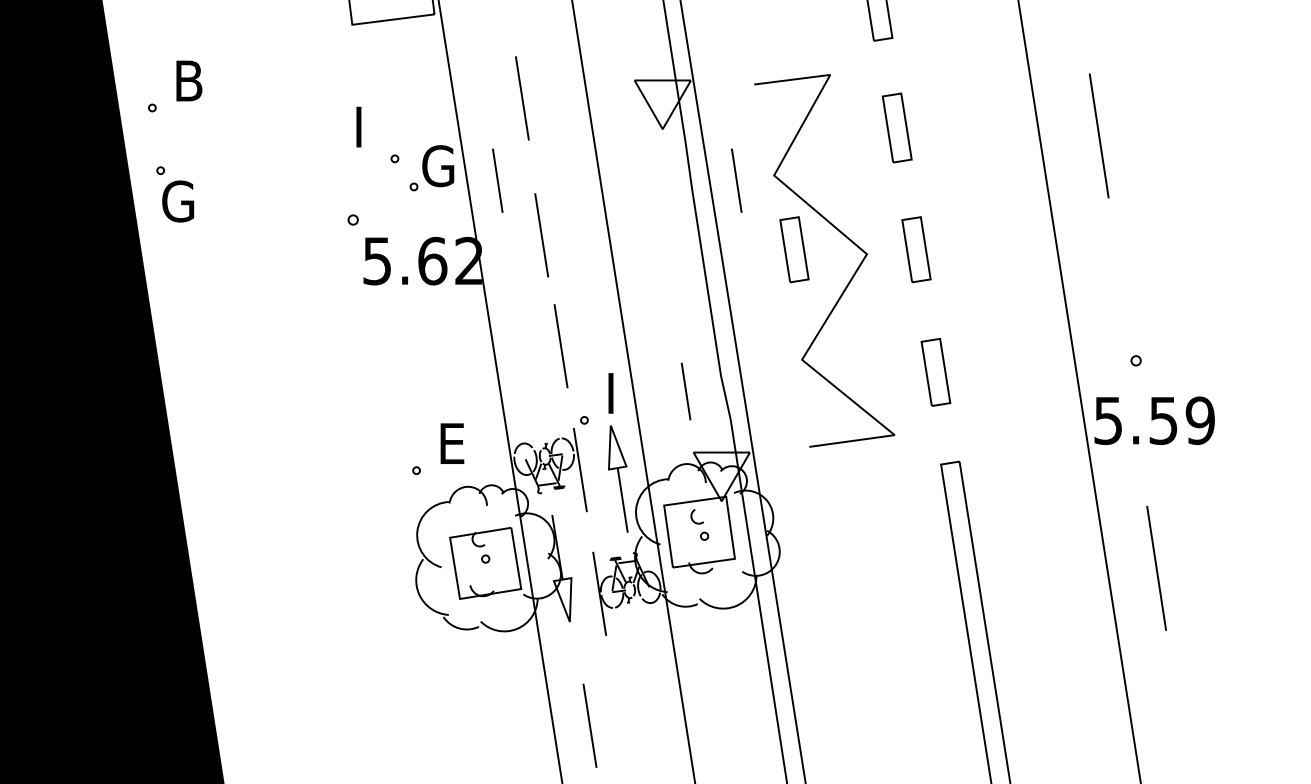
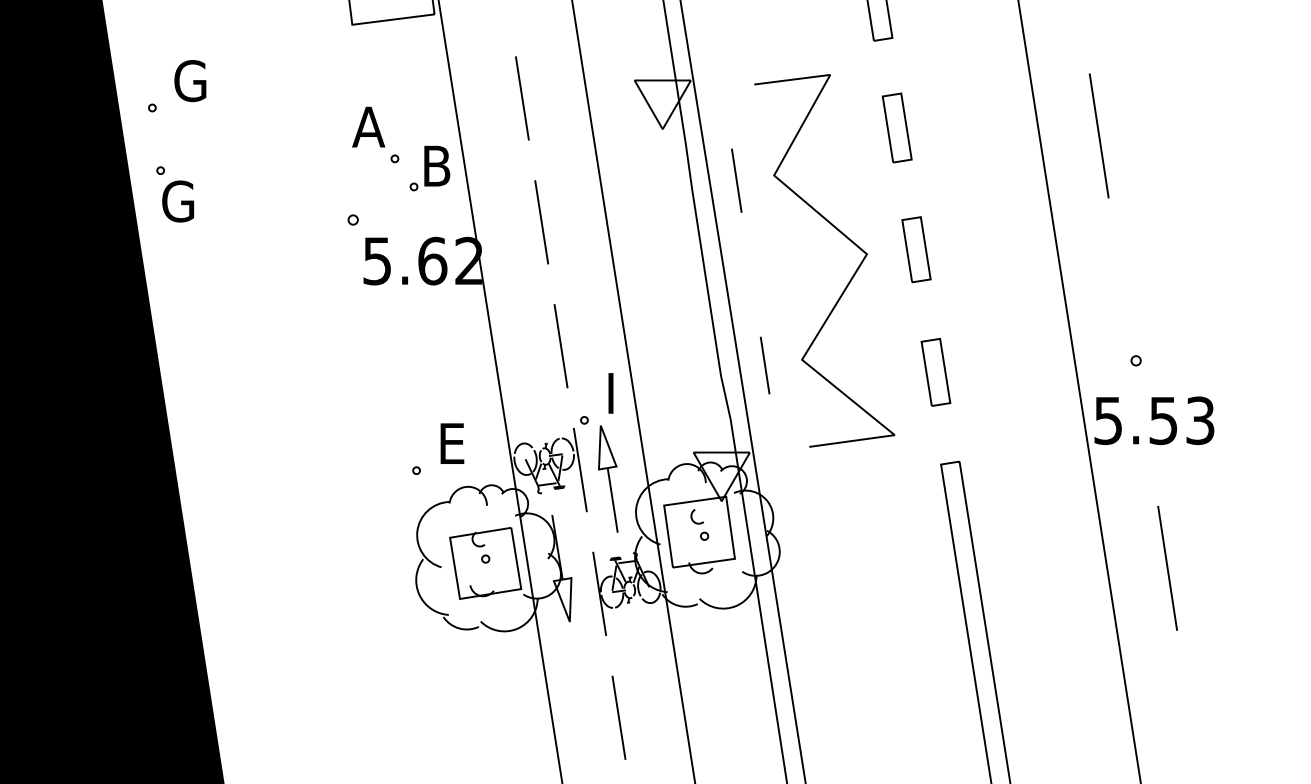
text at (190, 81): B -> G
text at (368, 126): I -> A
text at (438, 166): G -> B
line at (497, 180): present -> none
line at (541, 235) position: (541, 235) -> (541, 222)
part at (794, 249): present -> none
line at (685, 391) position: (685, 391) -> (764, 365)
text at (1199, 420): 5.59 -> 5.53
part at (618, 478) position: (618, 478) -> (608, 478)
line at (1156, 567) position: (1156, 567) -> (1167, 567)
line at (589, 725) position: (589, 725) -> (618, 717)
